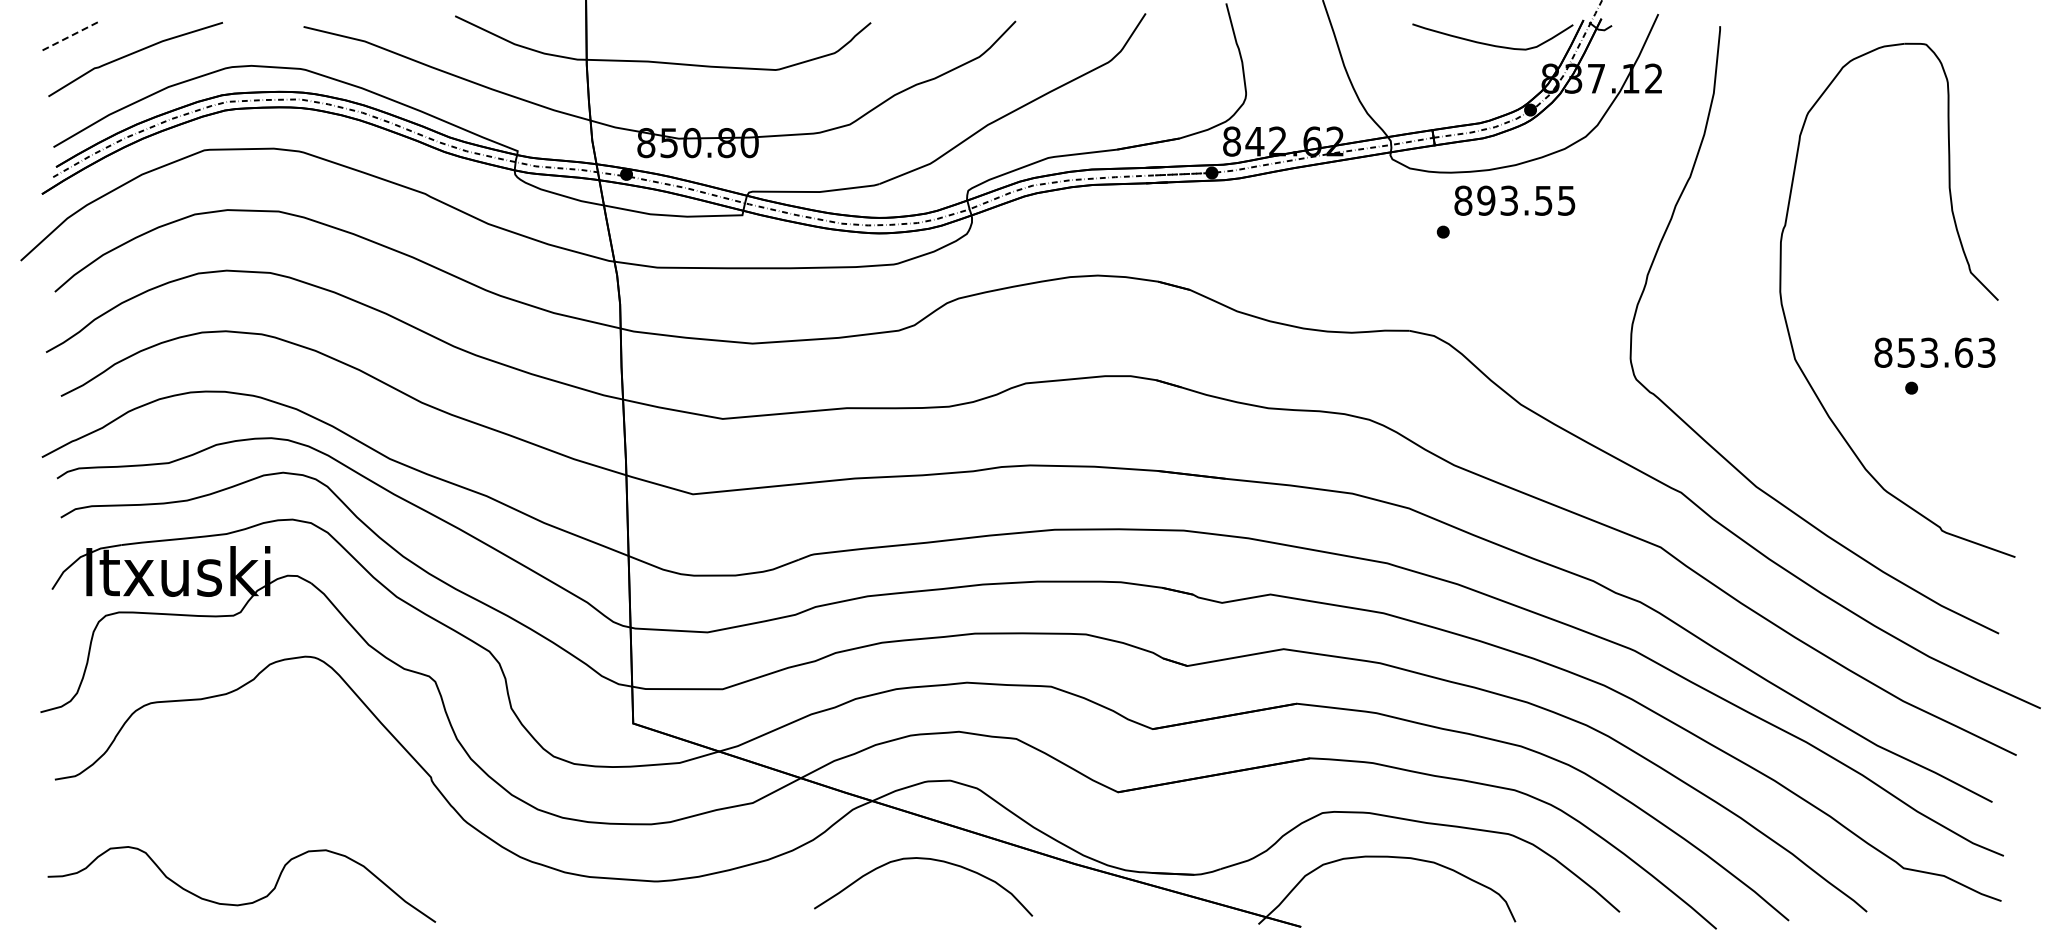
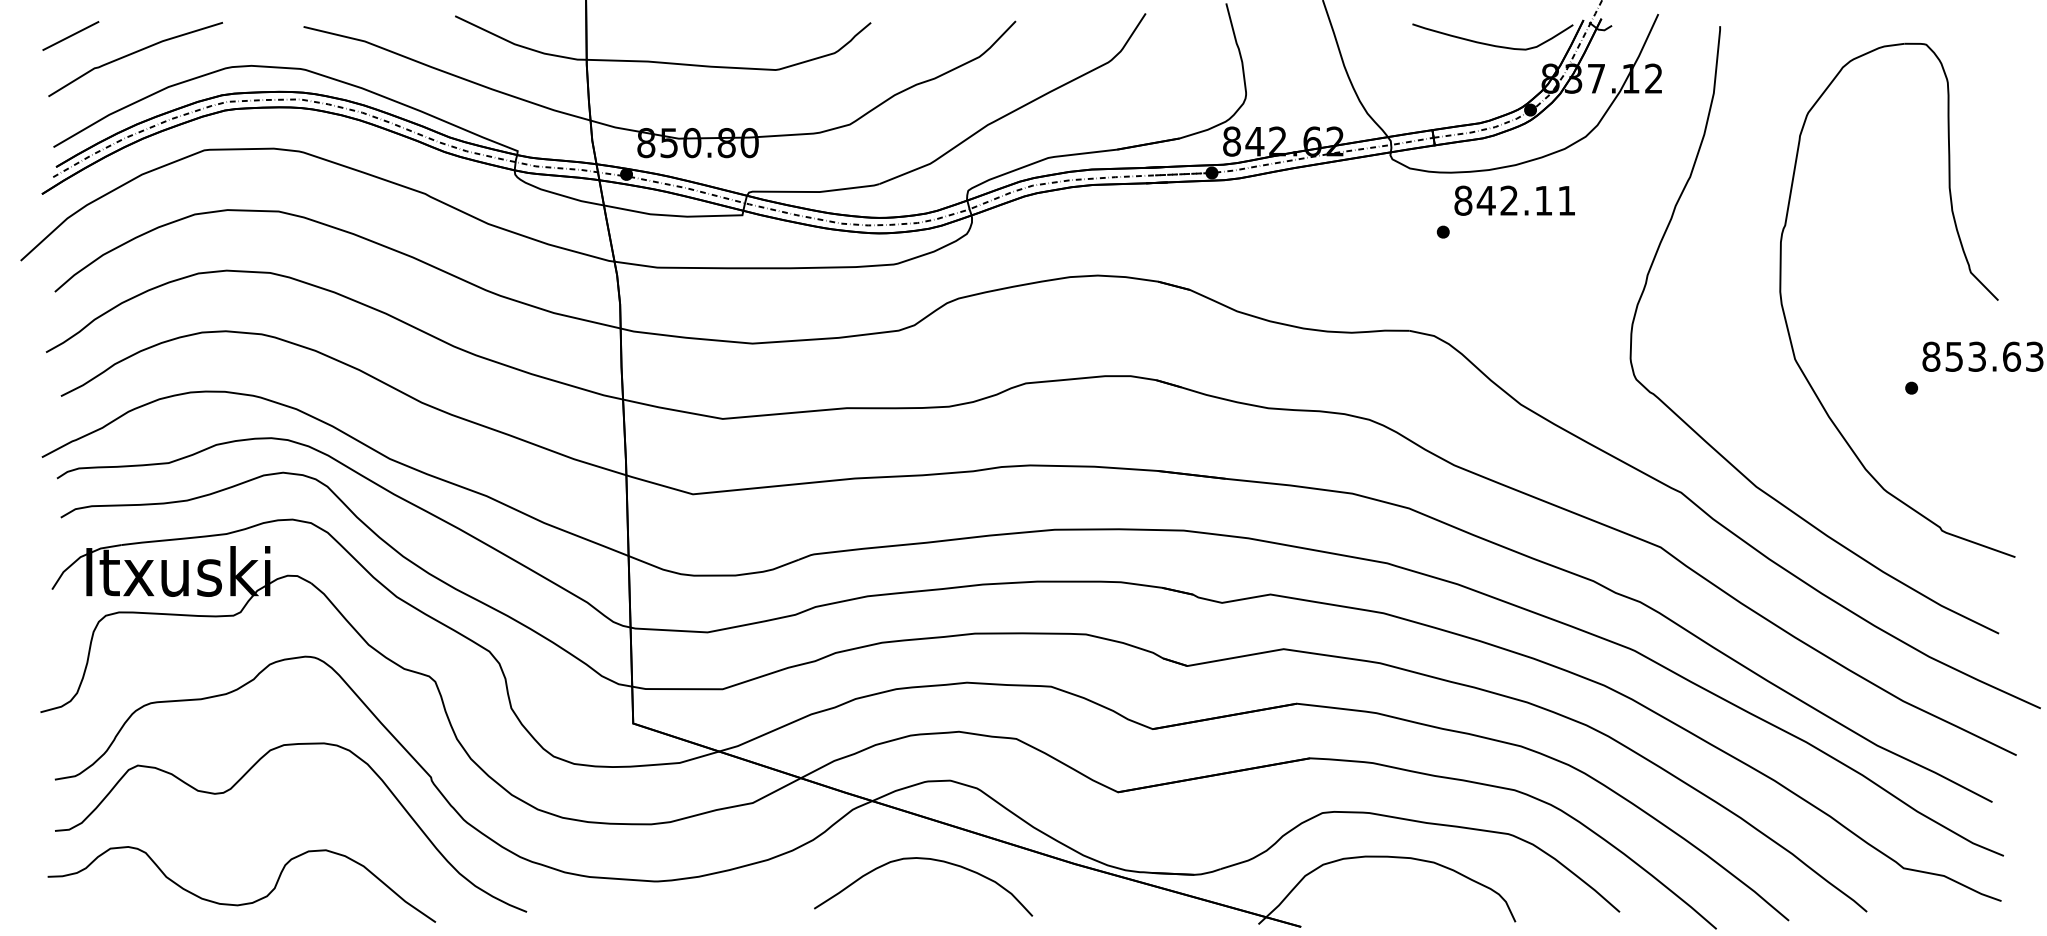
line at (70, 36): dashed -> solid
text at (1525, 200): 893.55 -> 842.11
text at (1934, 352) position: (1934, 352) -> (1982, 356)
curve at (242, 778): none -> present
